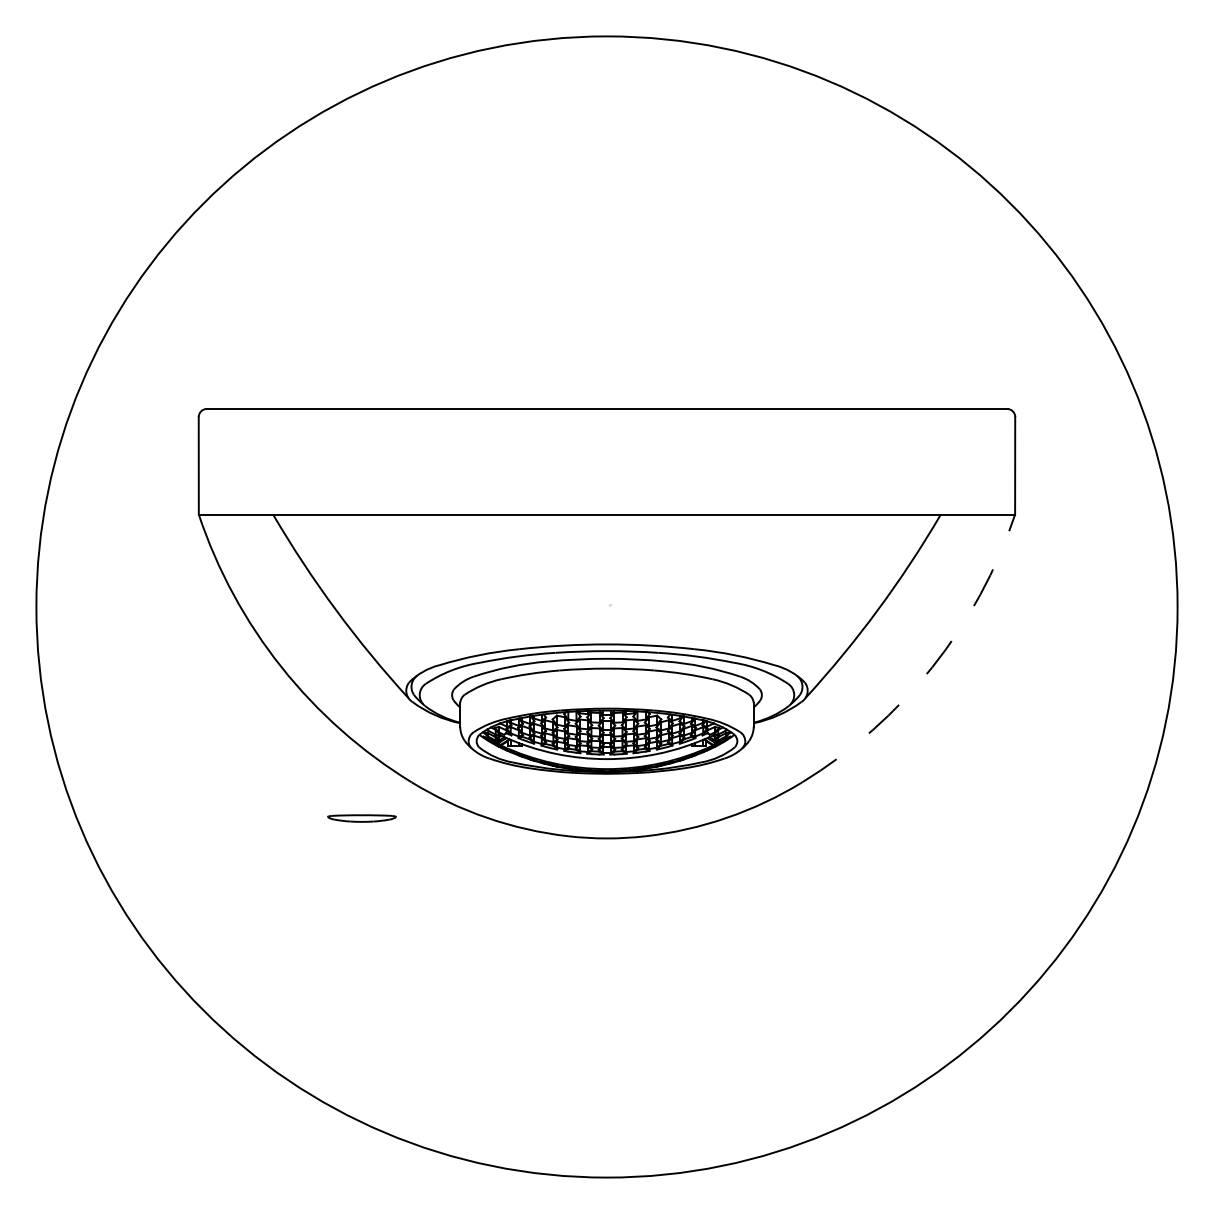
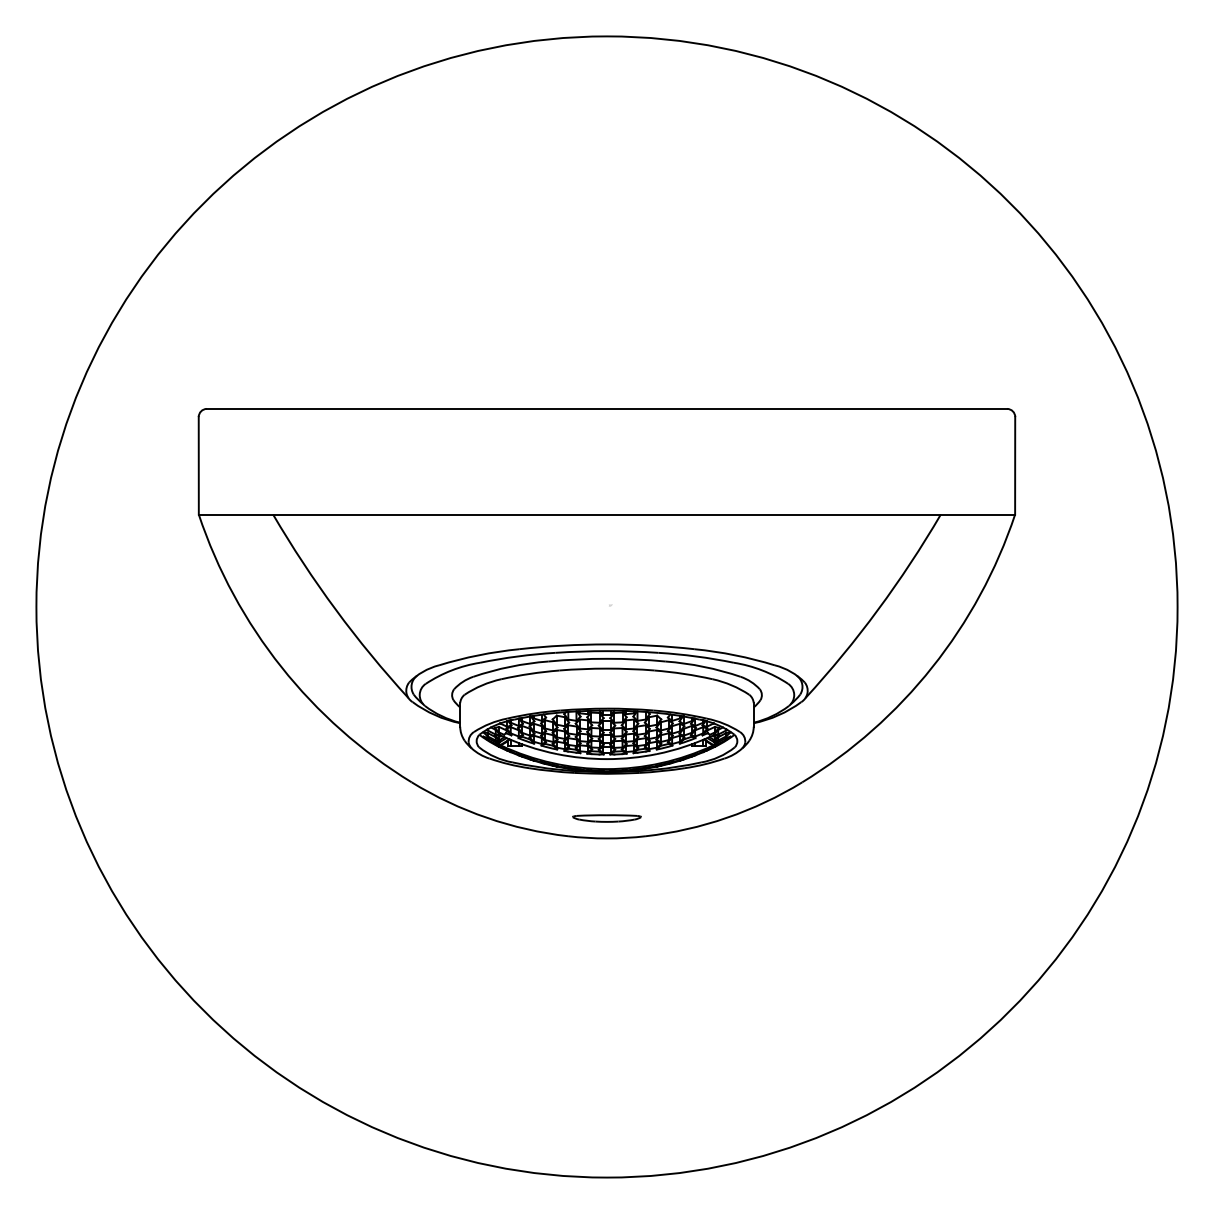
arc at (932, 667): dashed -> solid
part at (361, 818) position: (361, 818) -> (606, 818)
